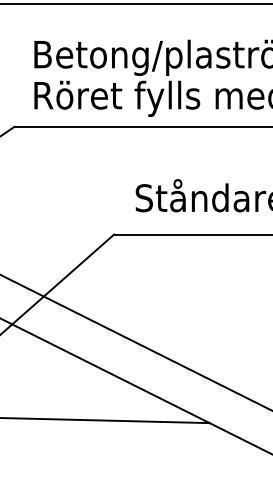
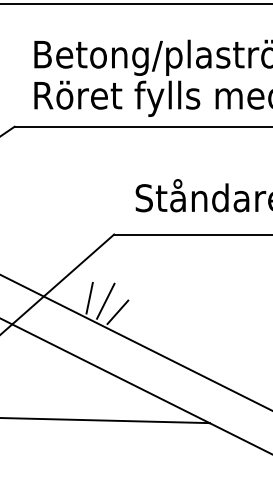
line at (89, 297): none -> present
line at (105, 300): none -> present
line at (117, 312): none -> present
